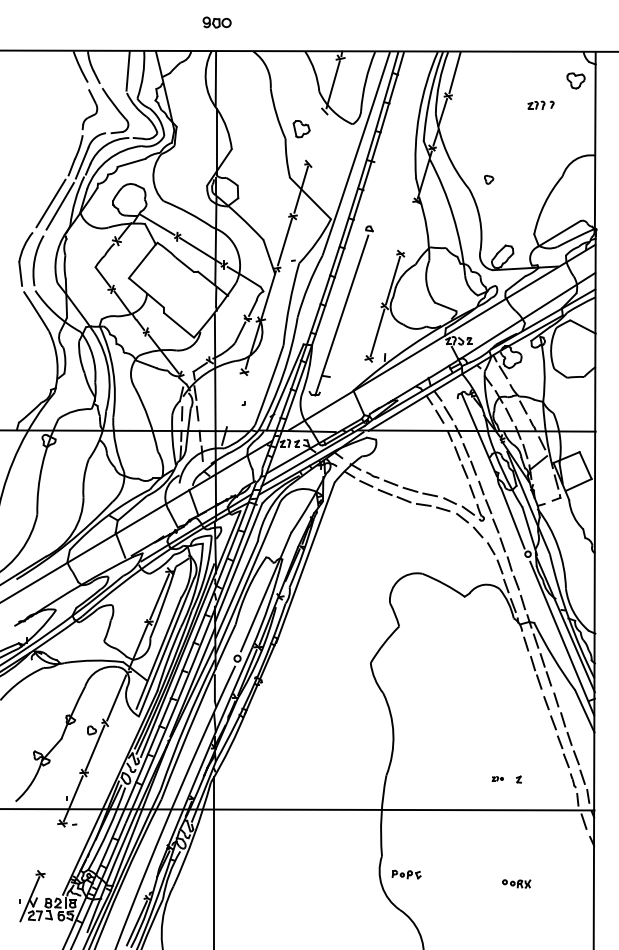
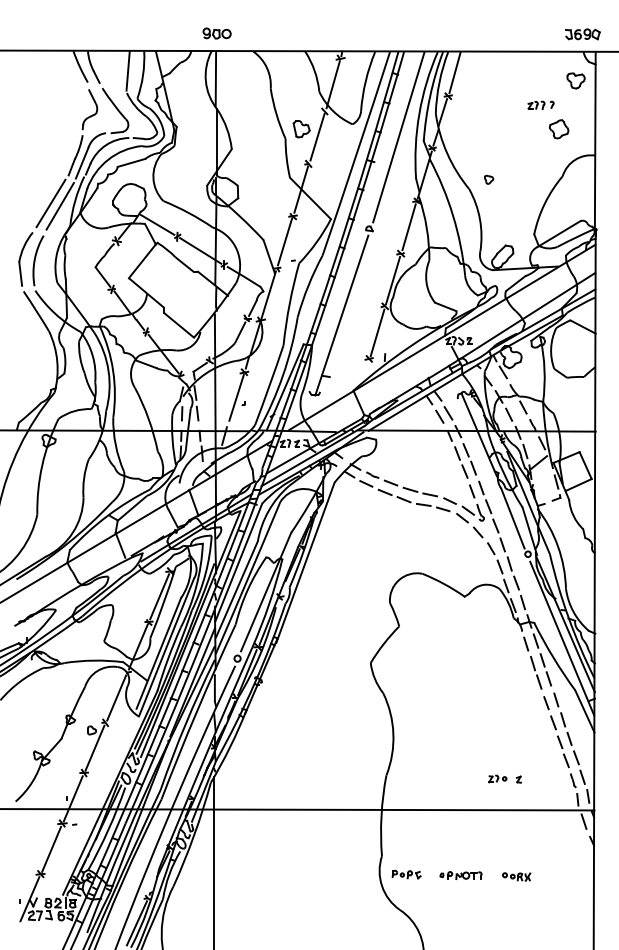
part at (216, 22) position: (216, 22) -> (216, 33)
part at (582, 34): none -> present
part at (559, 129): none -> present
line at (317, 136): none -> present
line at (398, 137): none -> present
line at (408, 227): none -> present
line at (236, 397): none -> present
part at (497, 778) size: 13x6 px -> 20x10 px
line at (51, 848): none -> present
part at (460, 875): none -> present
part at (516, 883) position: (516, 883) -> (516, 876)
